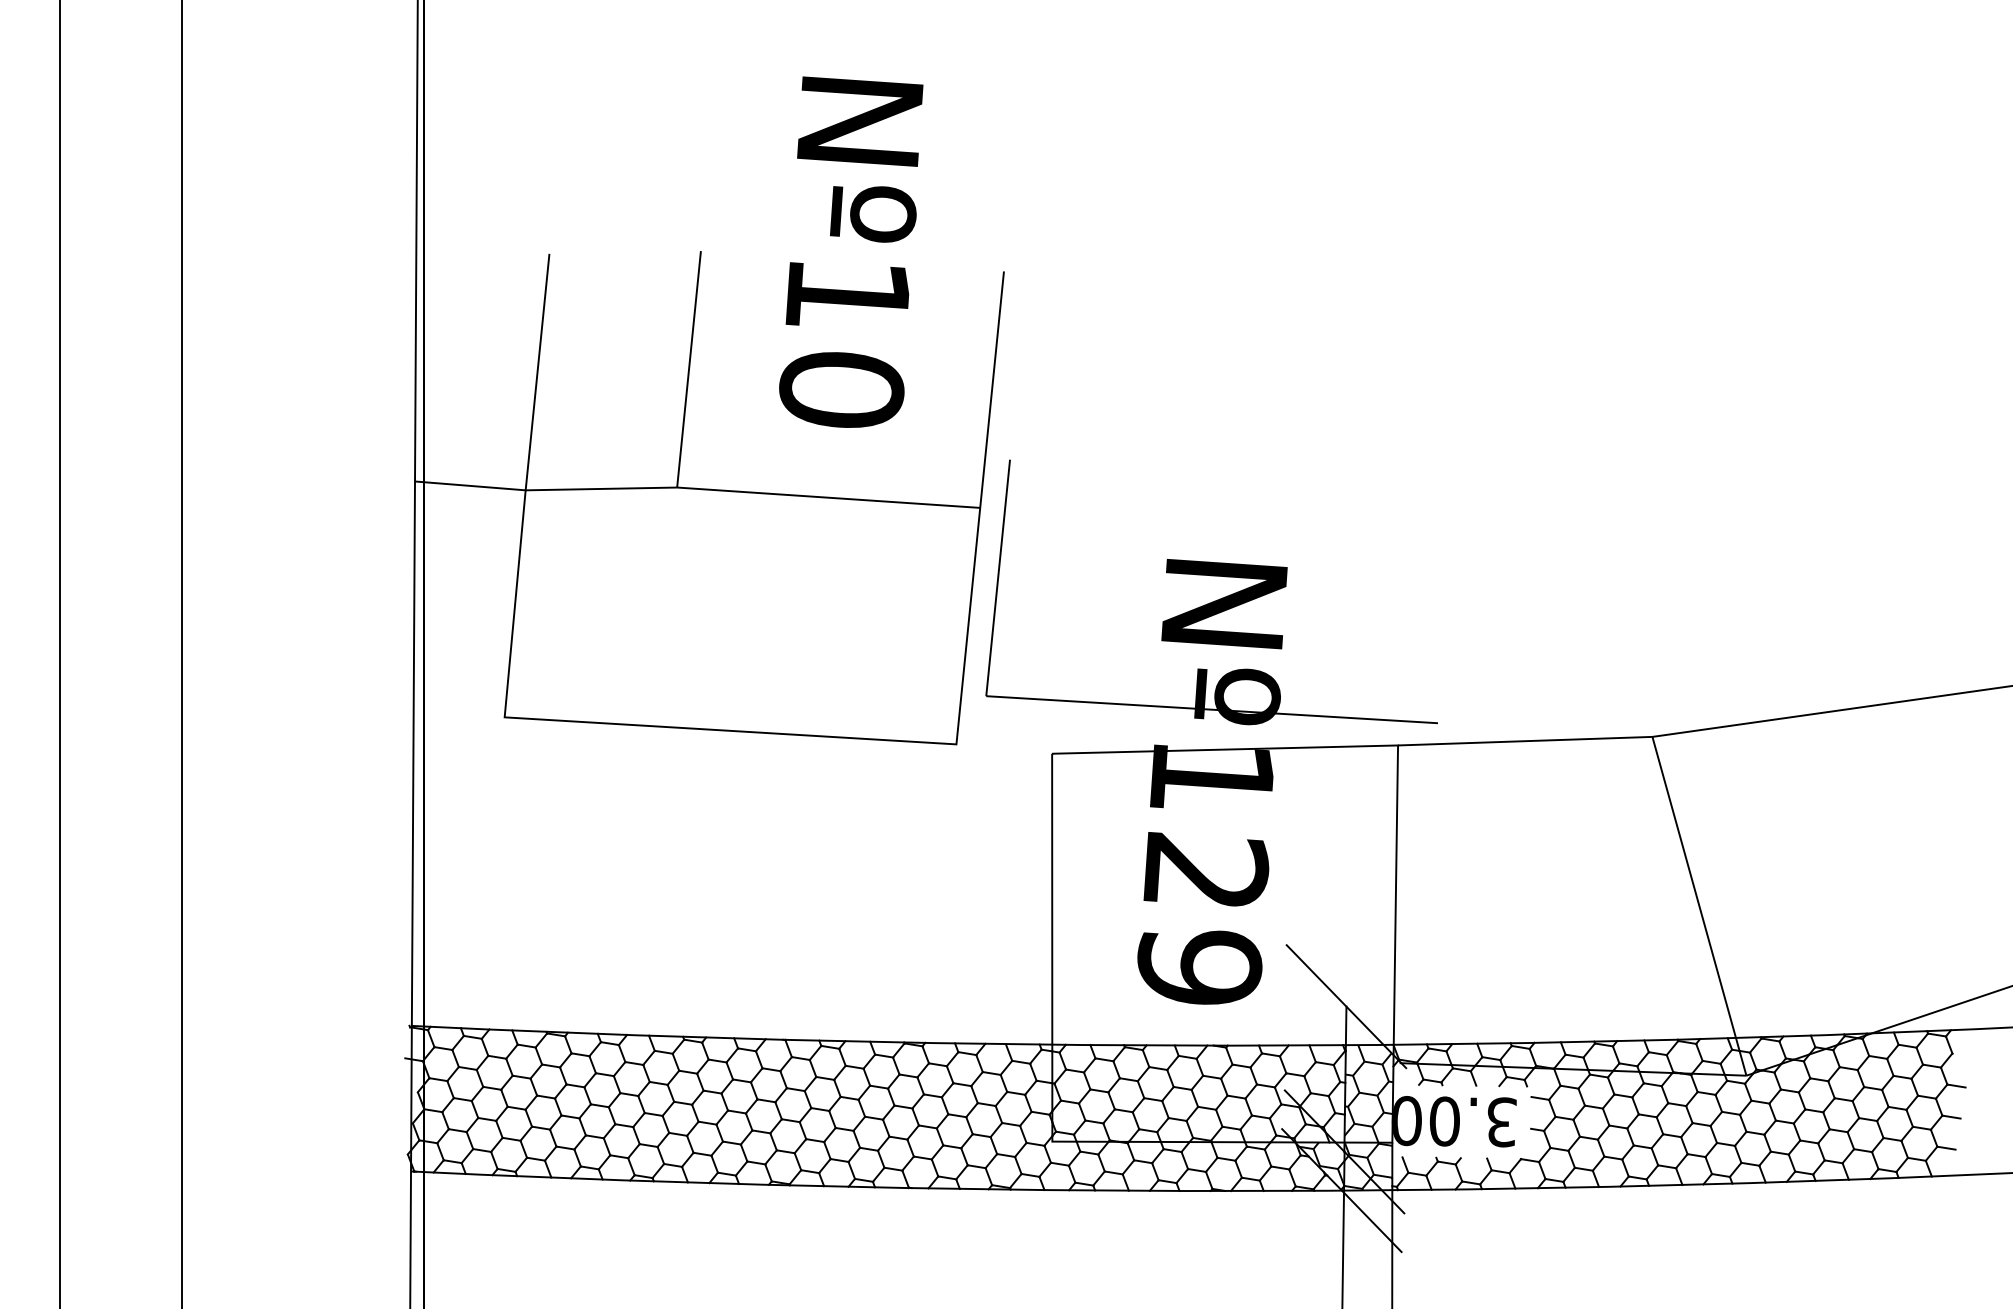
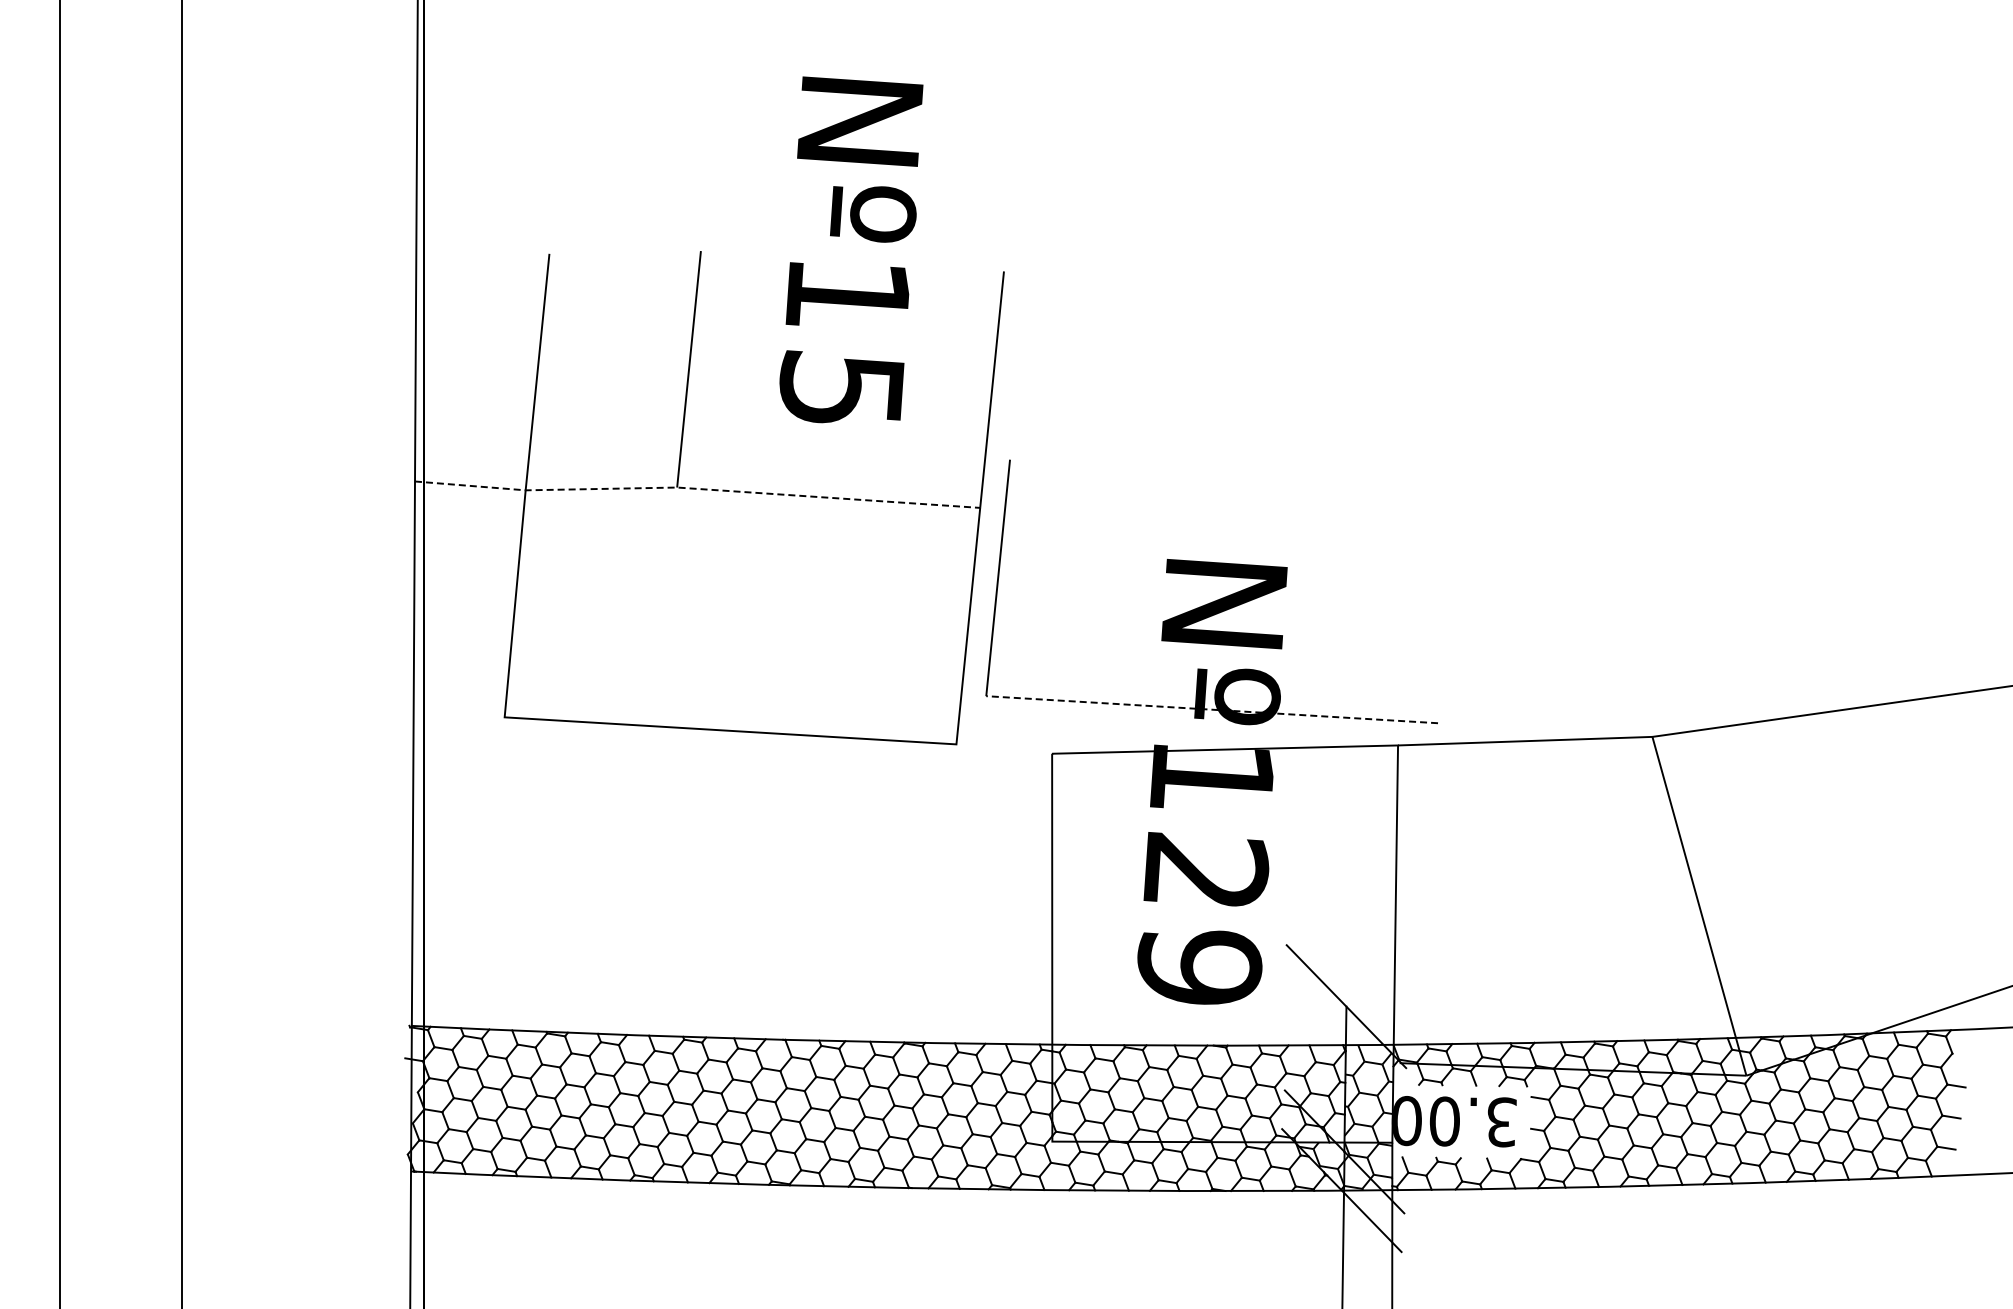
text at (841, 388): Nº10 -> Nº15
line at (696, 488): solid -> dashed
line at (1211, 709): solid -> dashed
